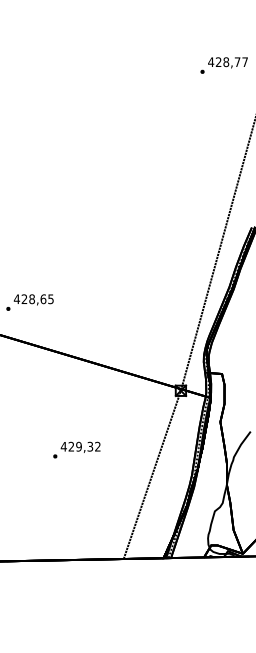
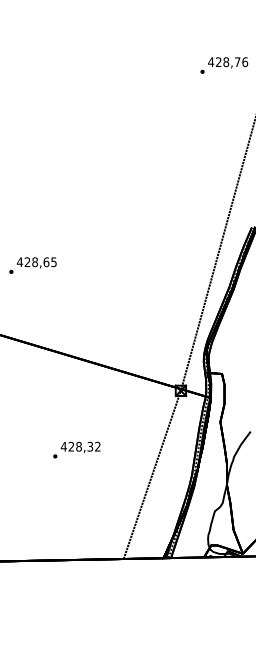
text at (245, 62): 428,77 -> 428,76
text at (29, 302) position: (29, 302) -> (32, 265)
text at (78, 446): 429,32 -> 428,32
